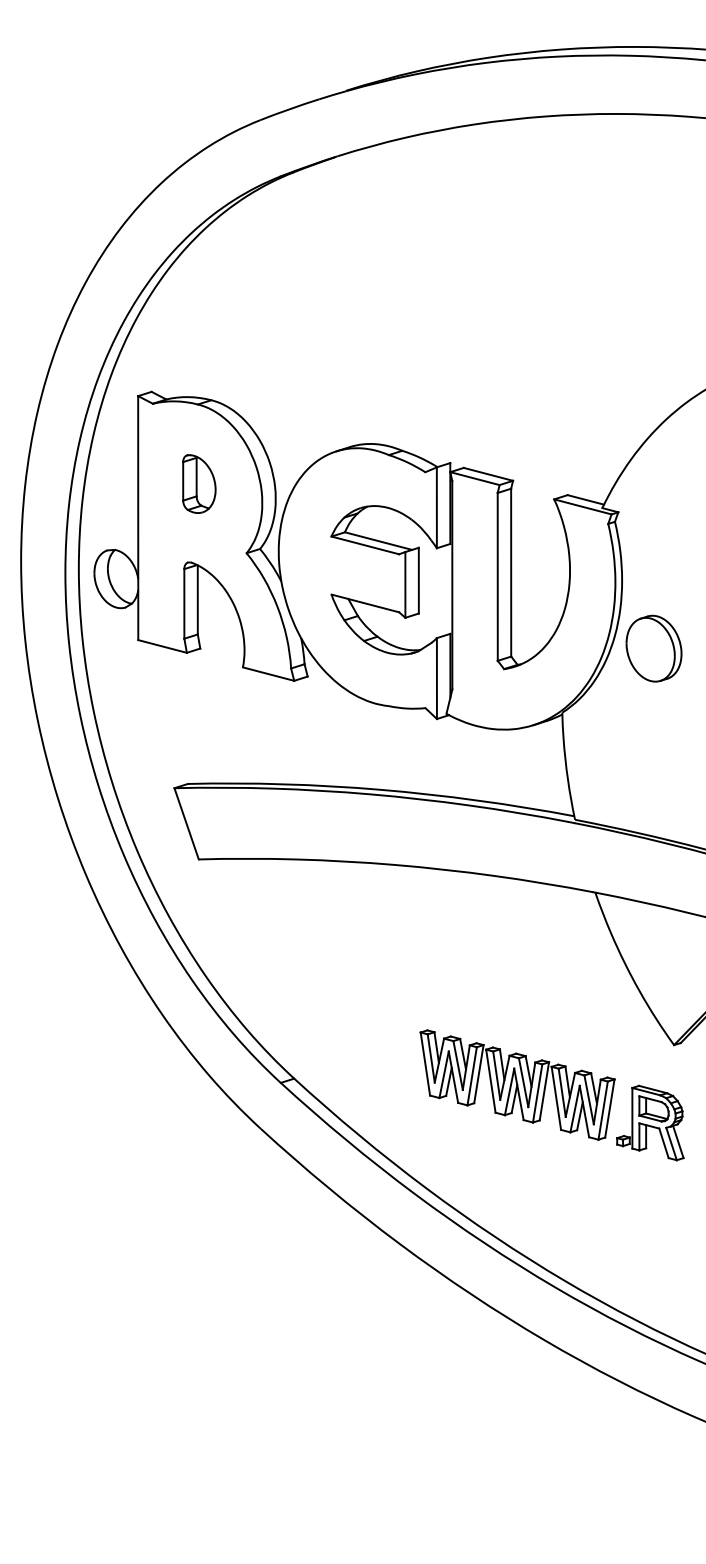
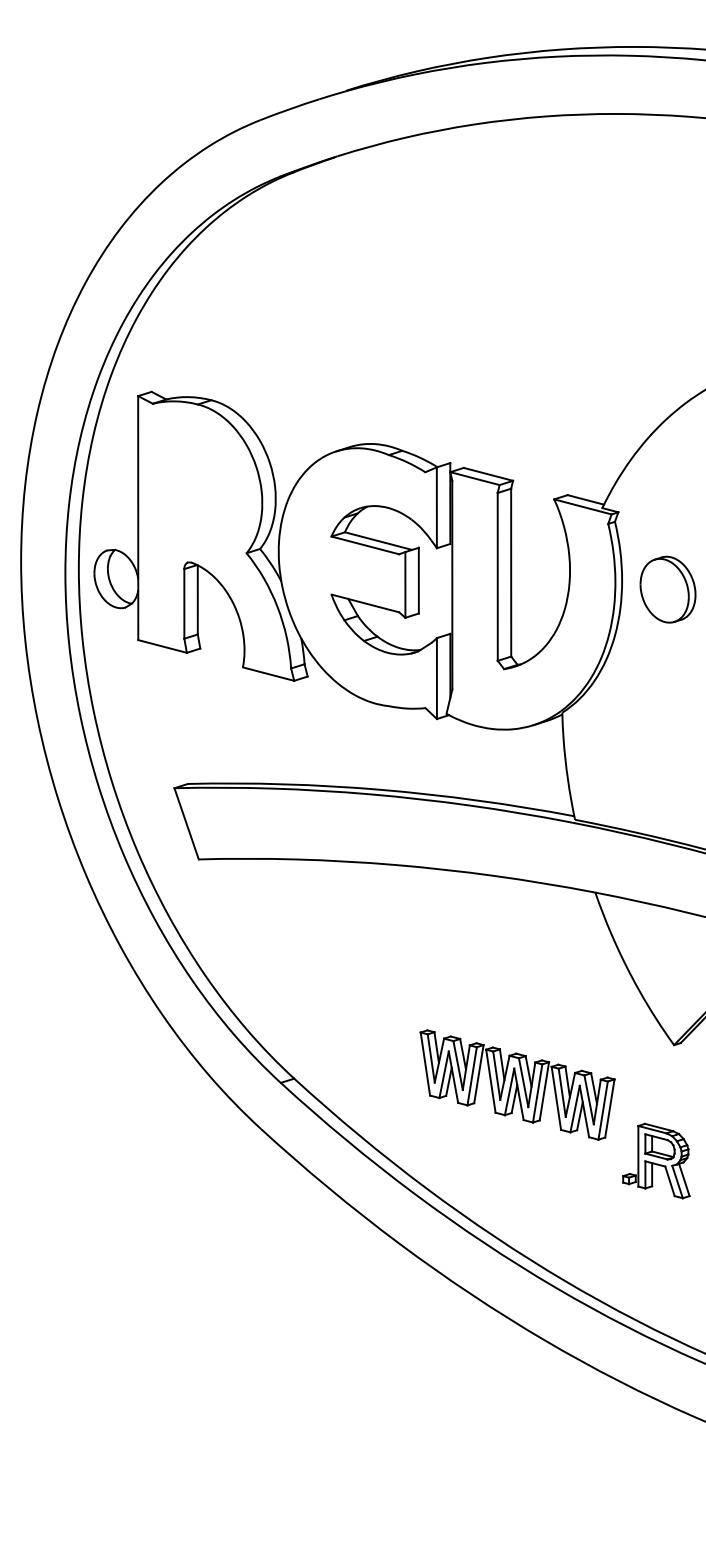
part at (199, 483): present -> none
part at (653, 648) position: (653, 648) -> (667, 589)
part at (650, 1122) position: (650, 1122) -> (656, 1160)
